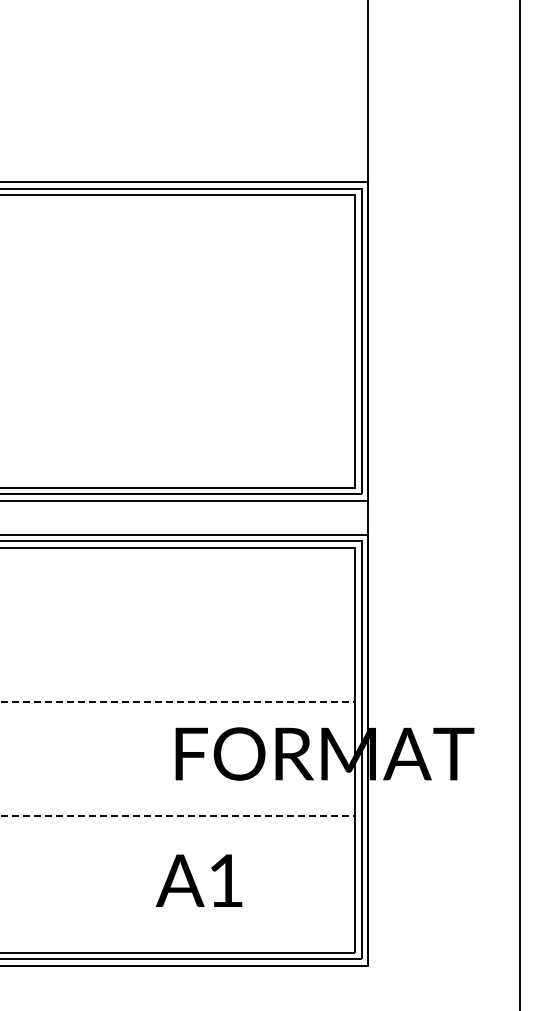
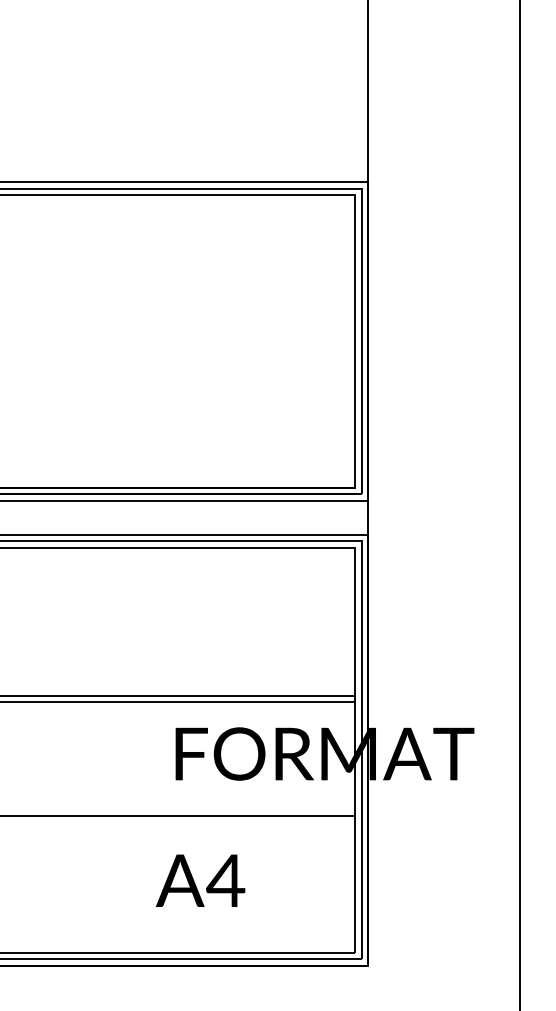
line at (178, 695): none -> present
line at (178, 702): dashed -> solid
line at (178, 816): dashed -> solid
text at (225, 880): A1 -> A4
